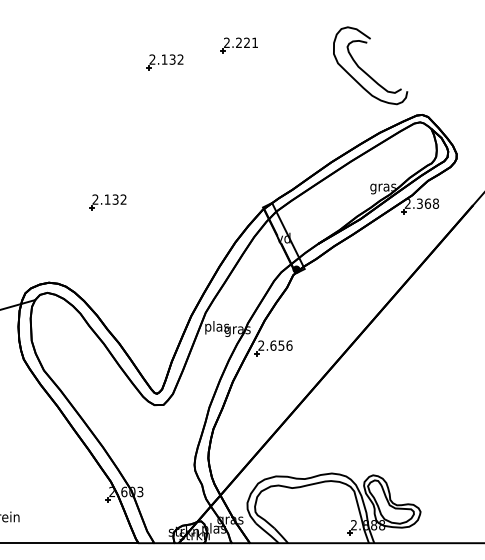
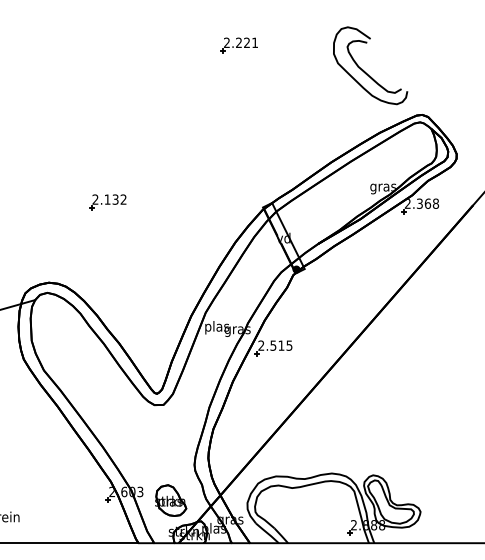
part at (164, 62): present -> none
text at (281, 345): 2.656 -> 2.515
part at (171, 500): none -> present
